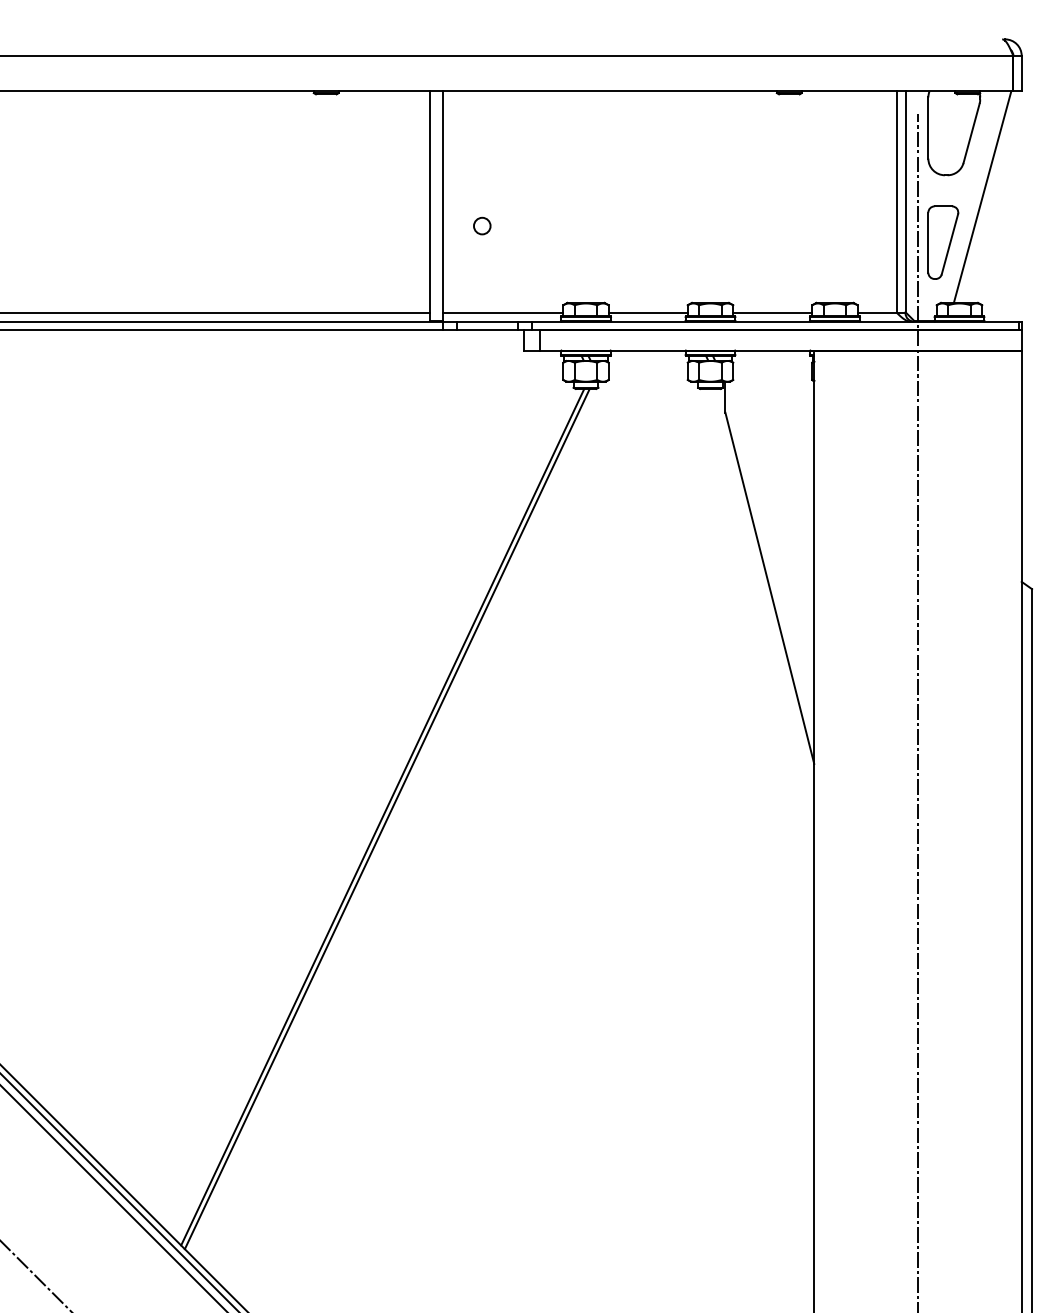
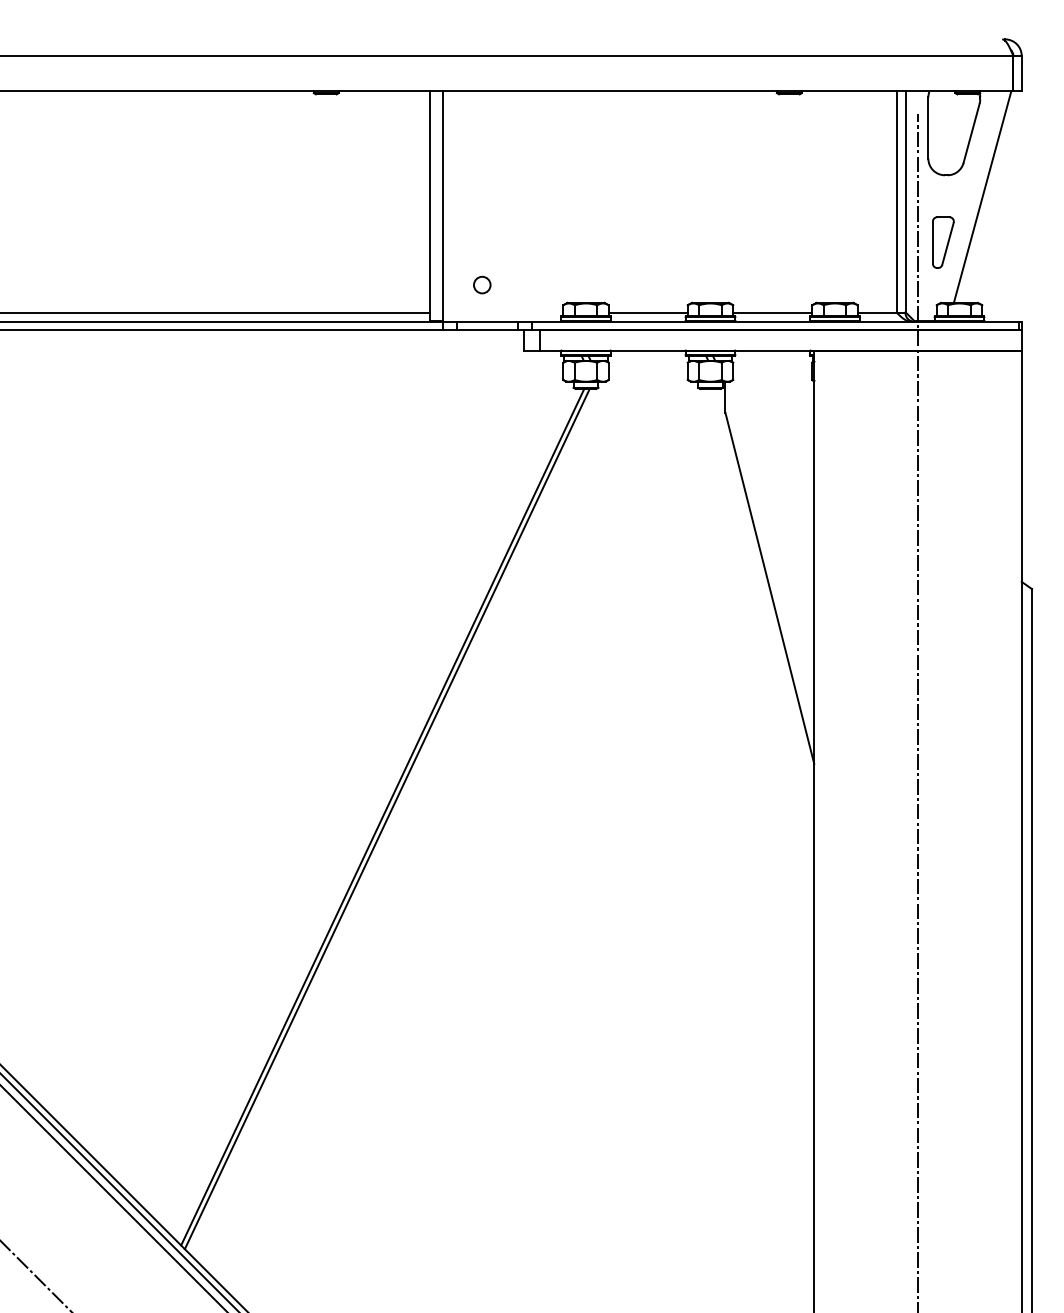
circle at (482, 225) position: (482, 225) -> (482, 284)
part at (943, 242) size: 33x75 px -> 23x53 px
line at (502, 313): present -> none
